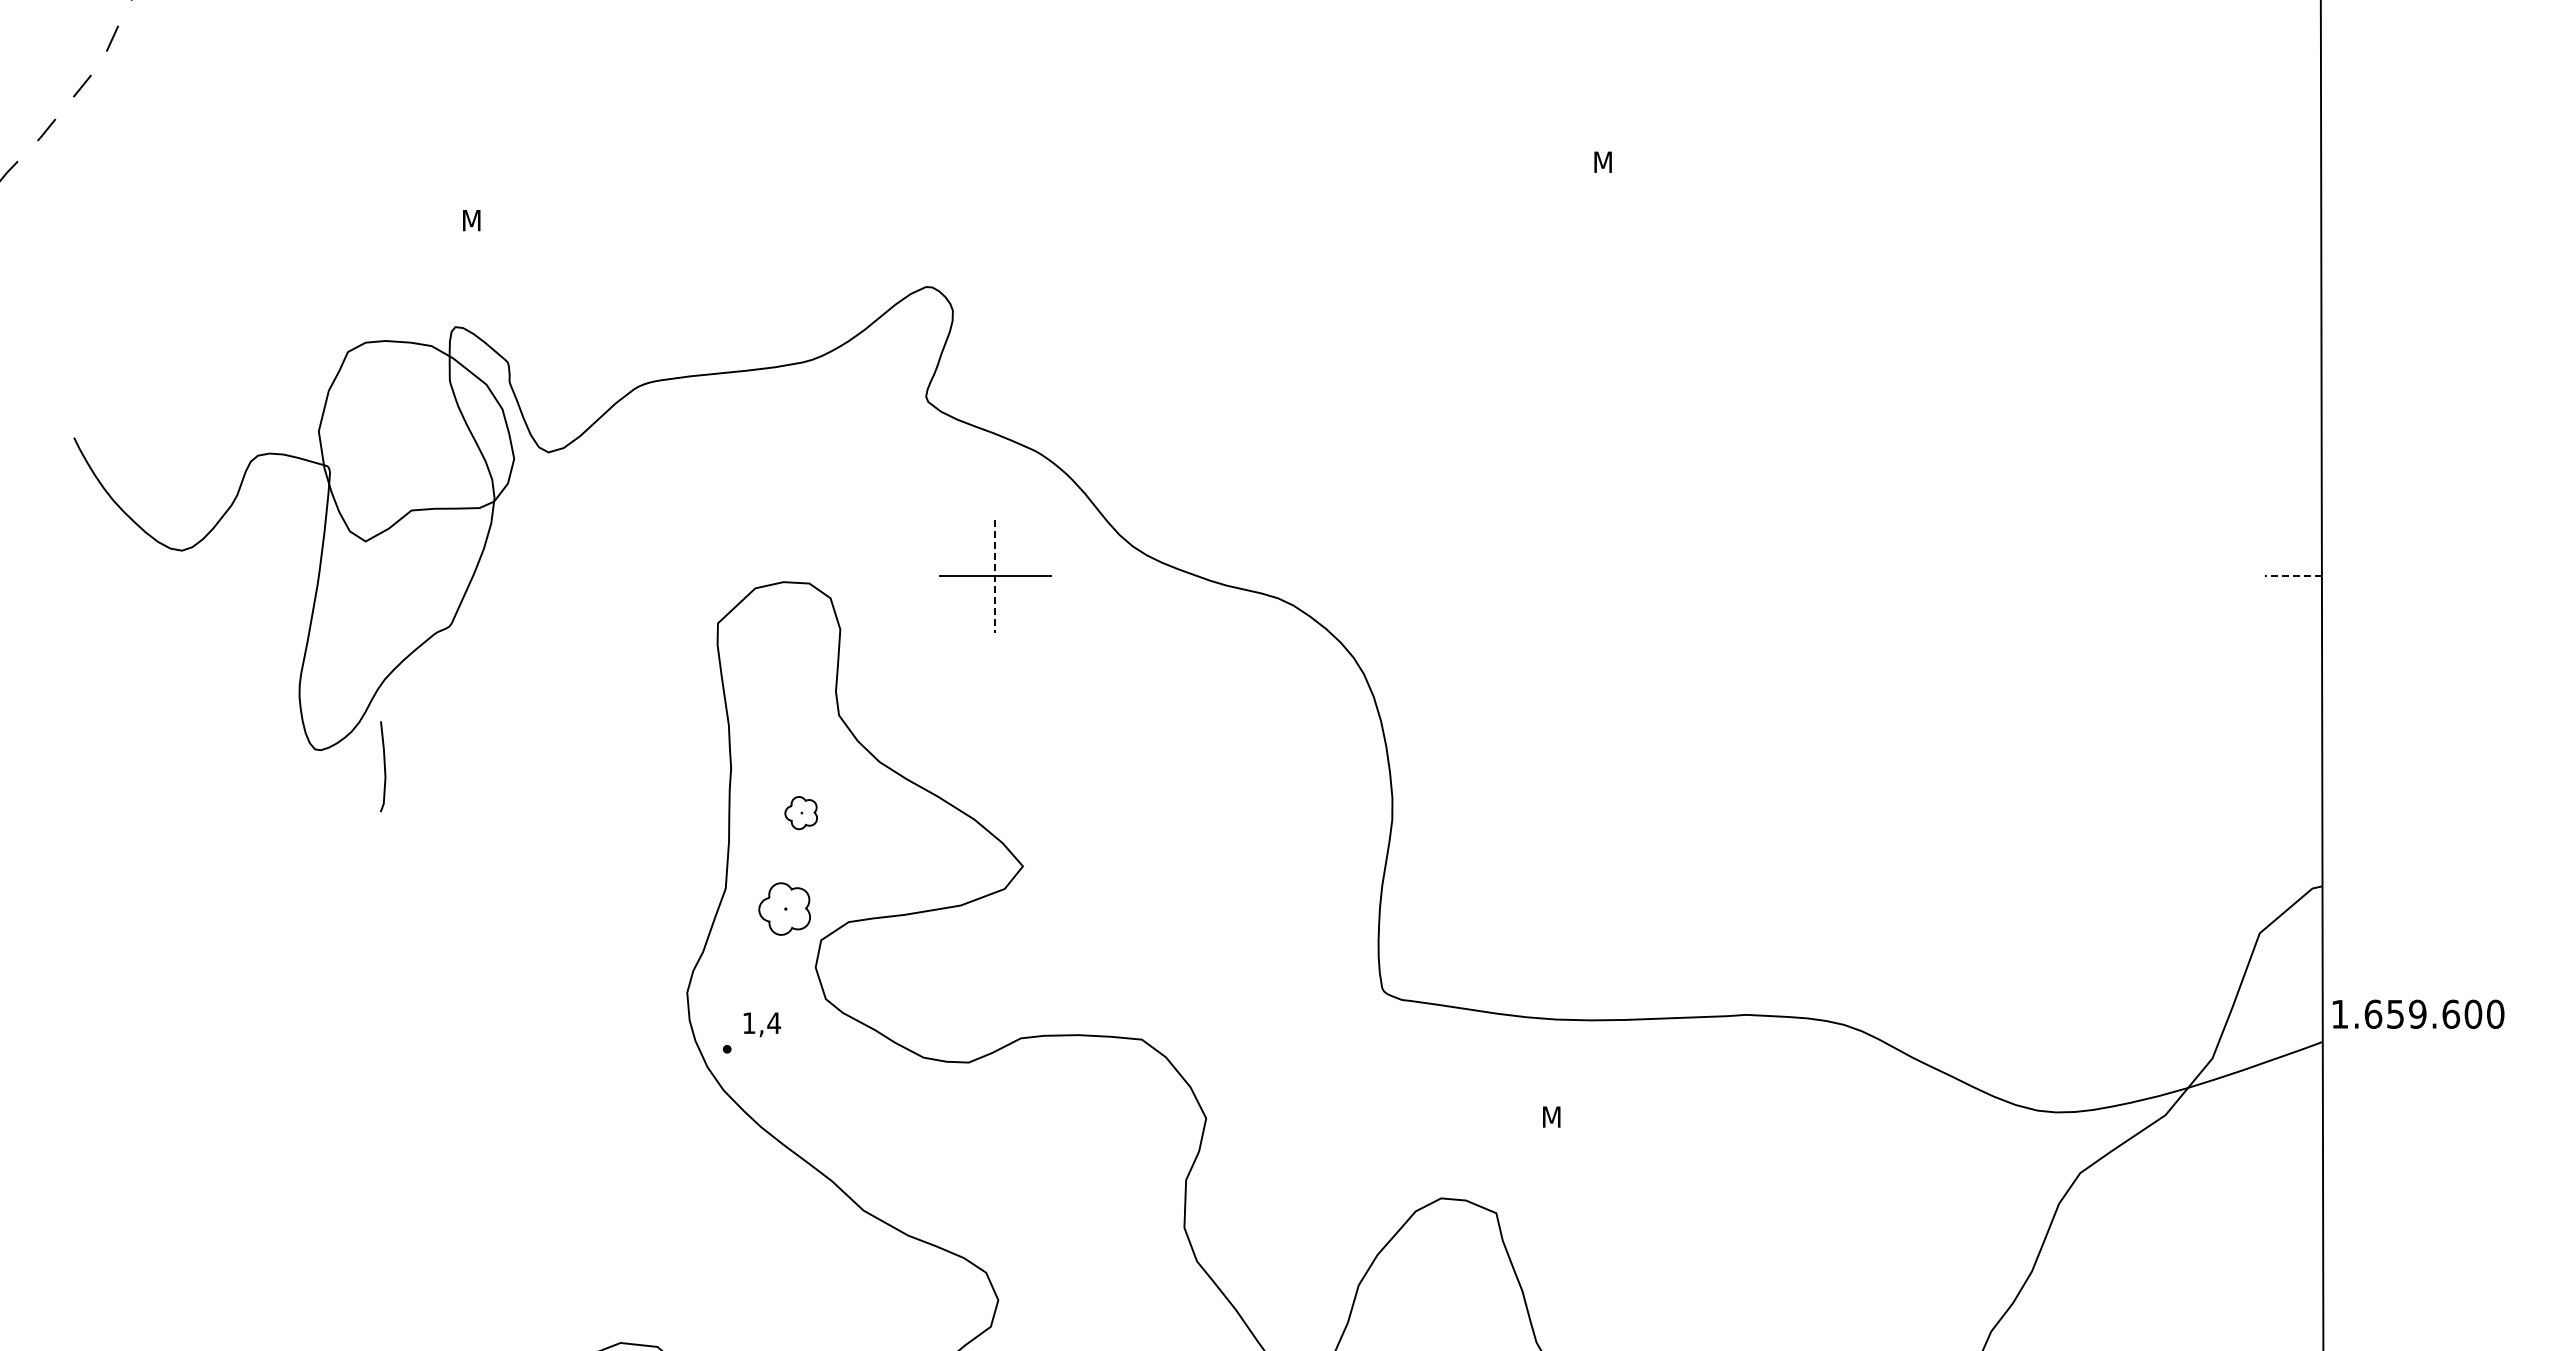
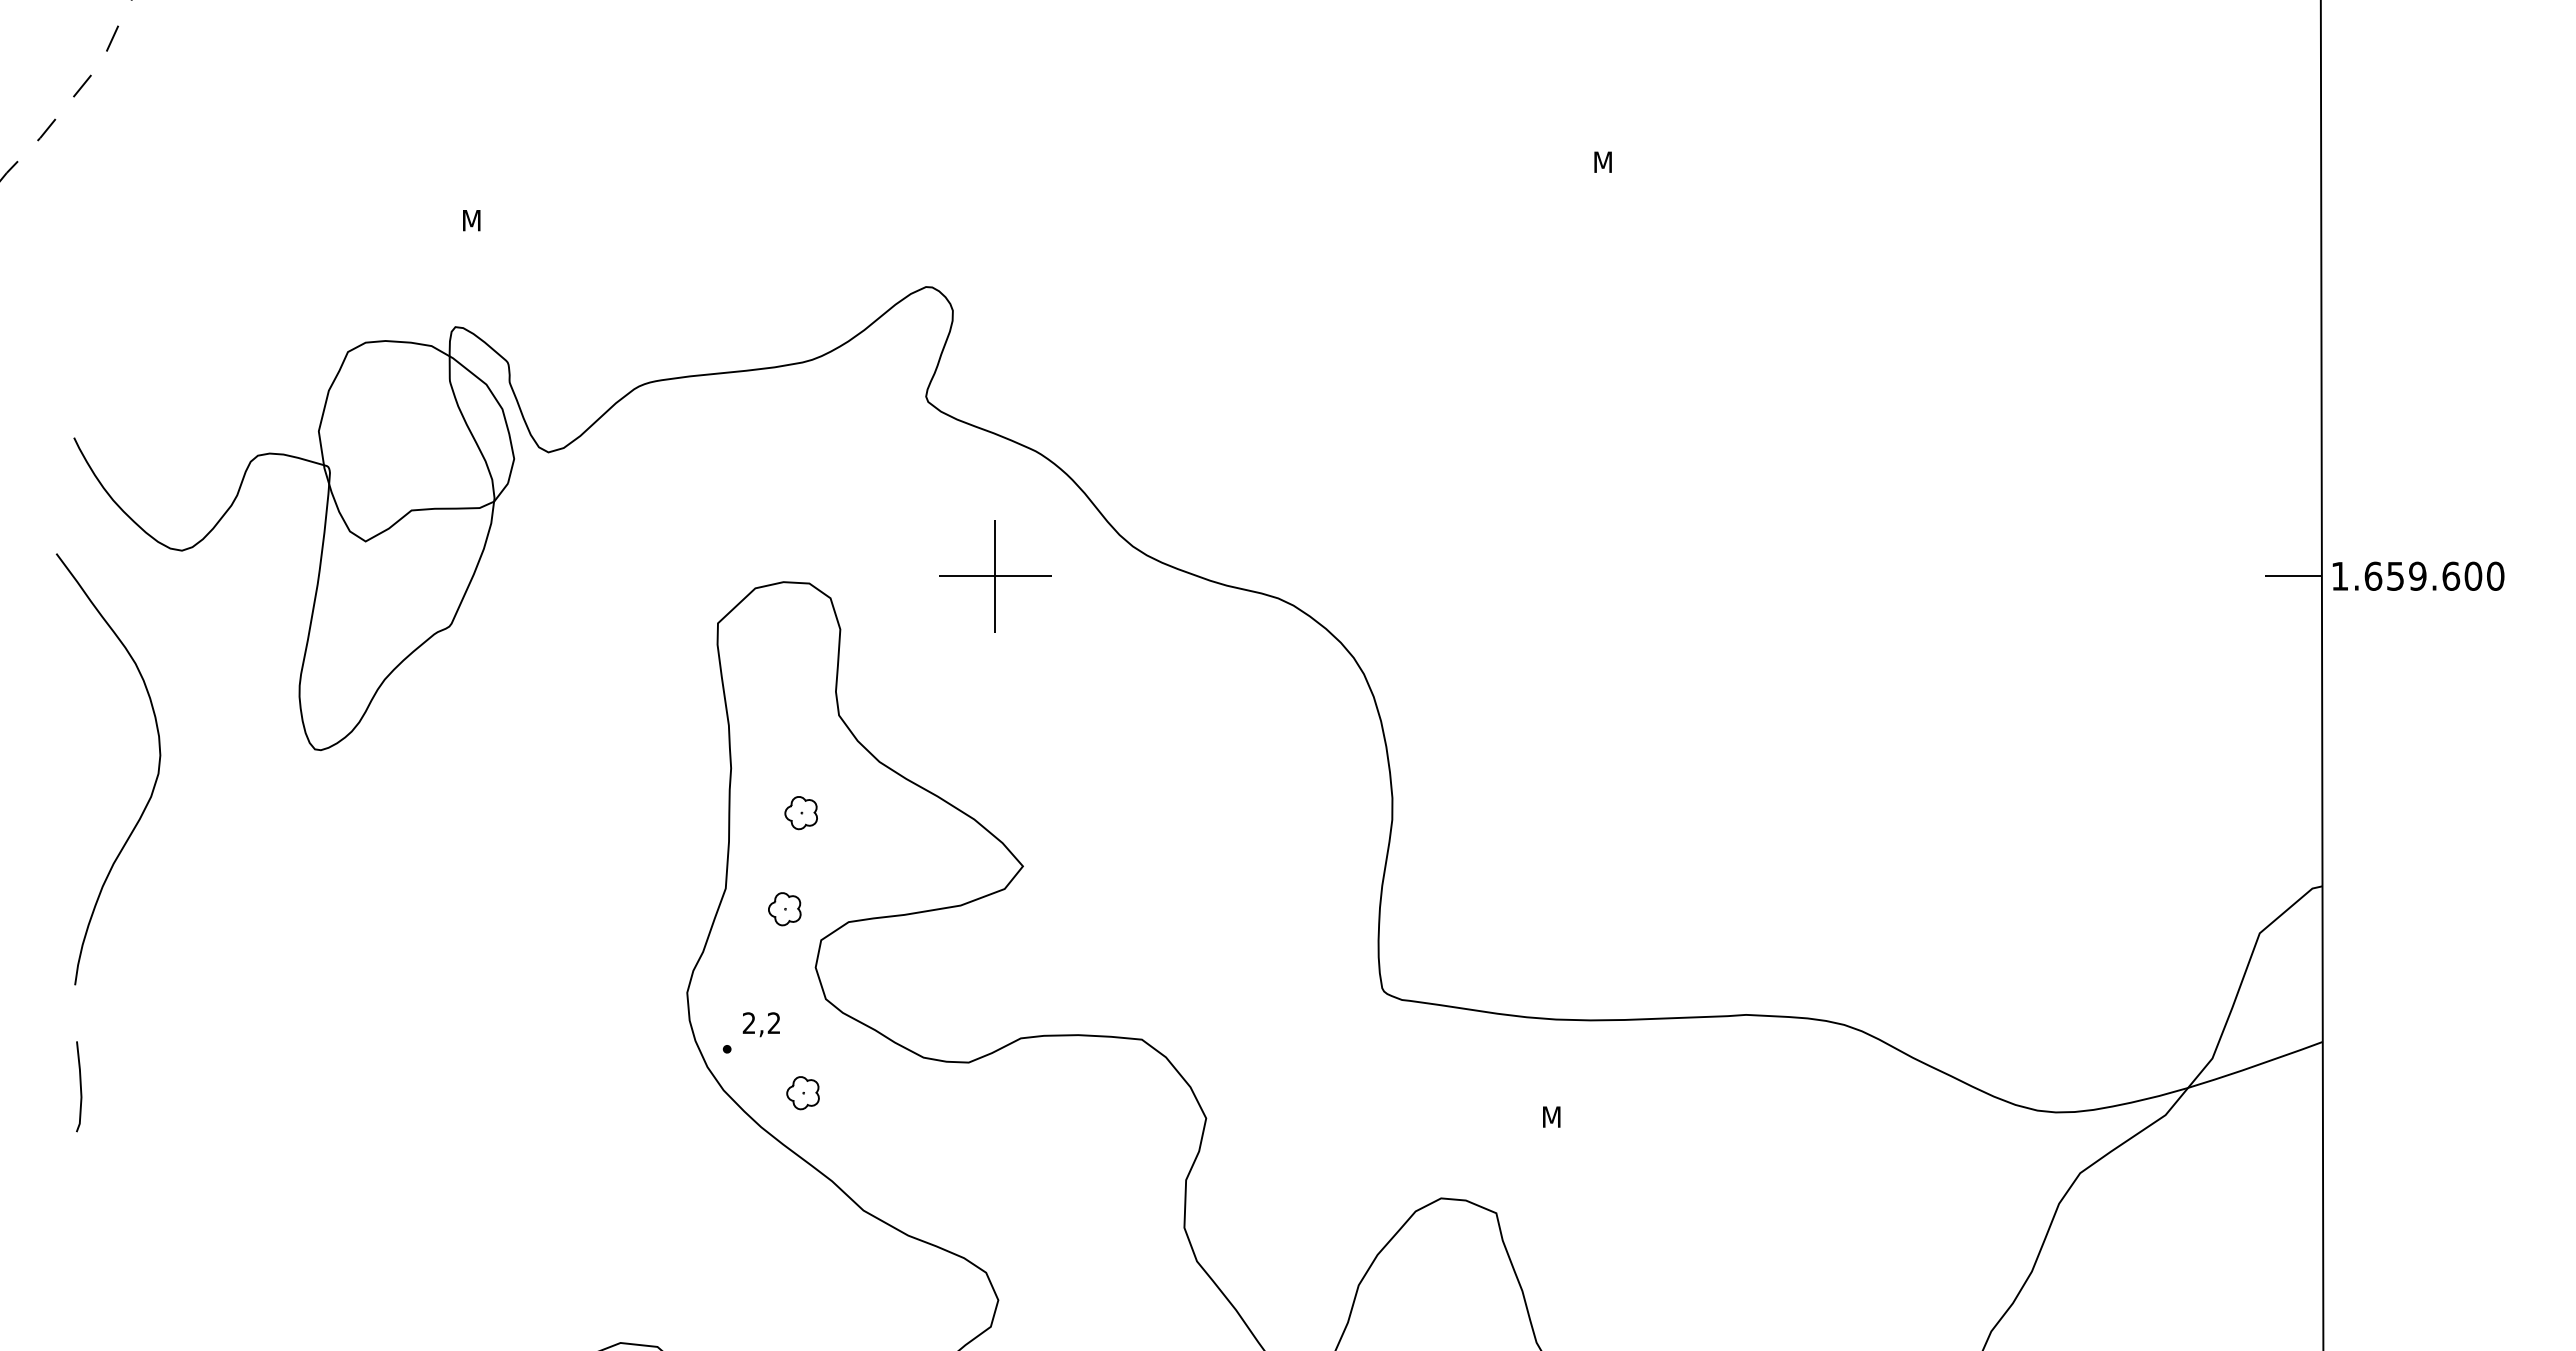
line at (995, 576): dashed -> solid
line at (2293, 576): dashed -> solid
line at (383, 765) position: (383, 765) -> (79, 1085)
curve at (153, 785): none -> present
part at (784, 908) size: 53x54 px -> 34x35 px
text at (2418, 1013) position: (2418, 1013) -> (2418, 575)
text at (761, 1022): 1,4 -> 2,2
part at (802, 1093): none -> present
